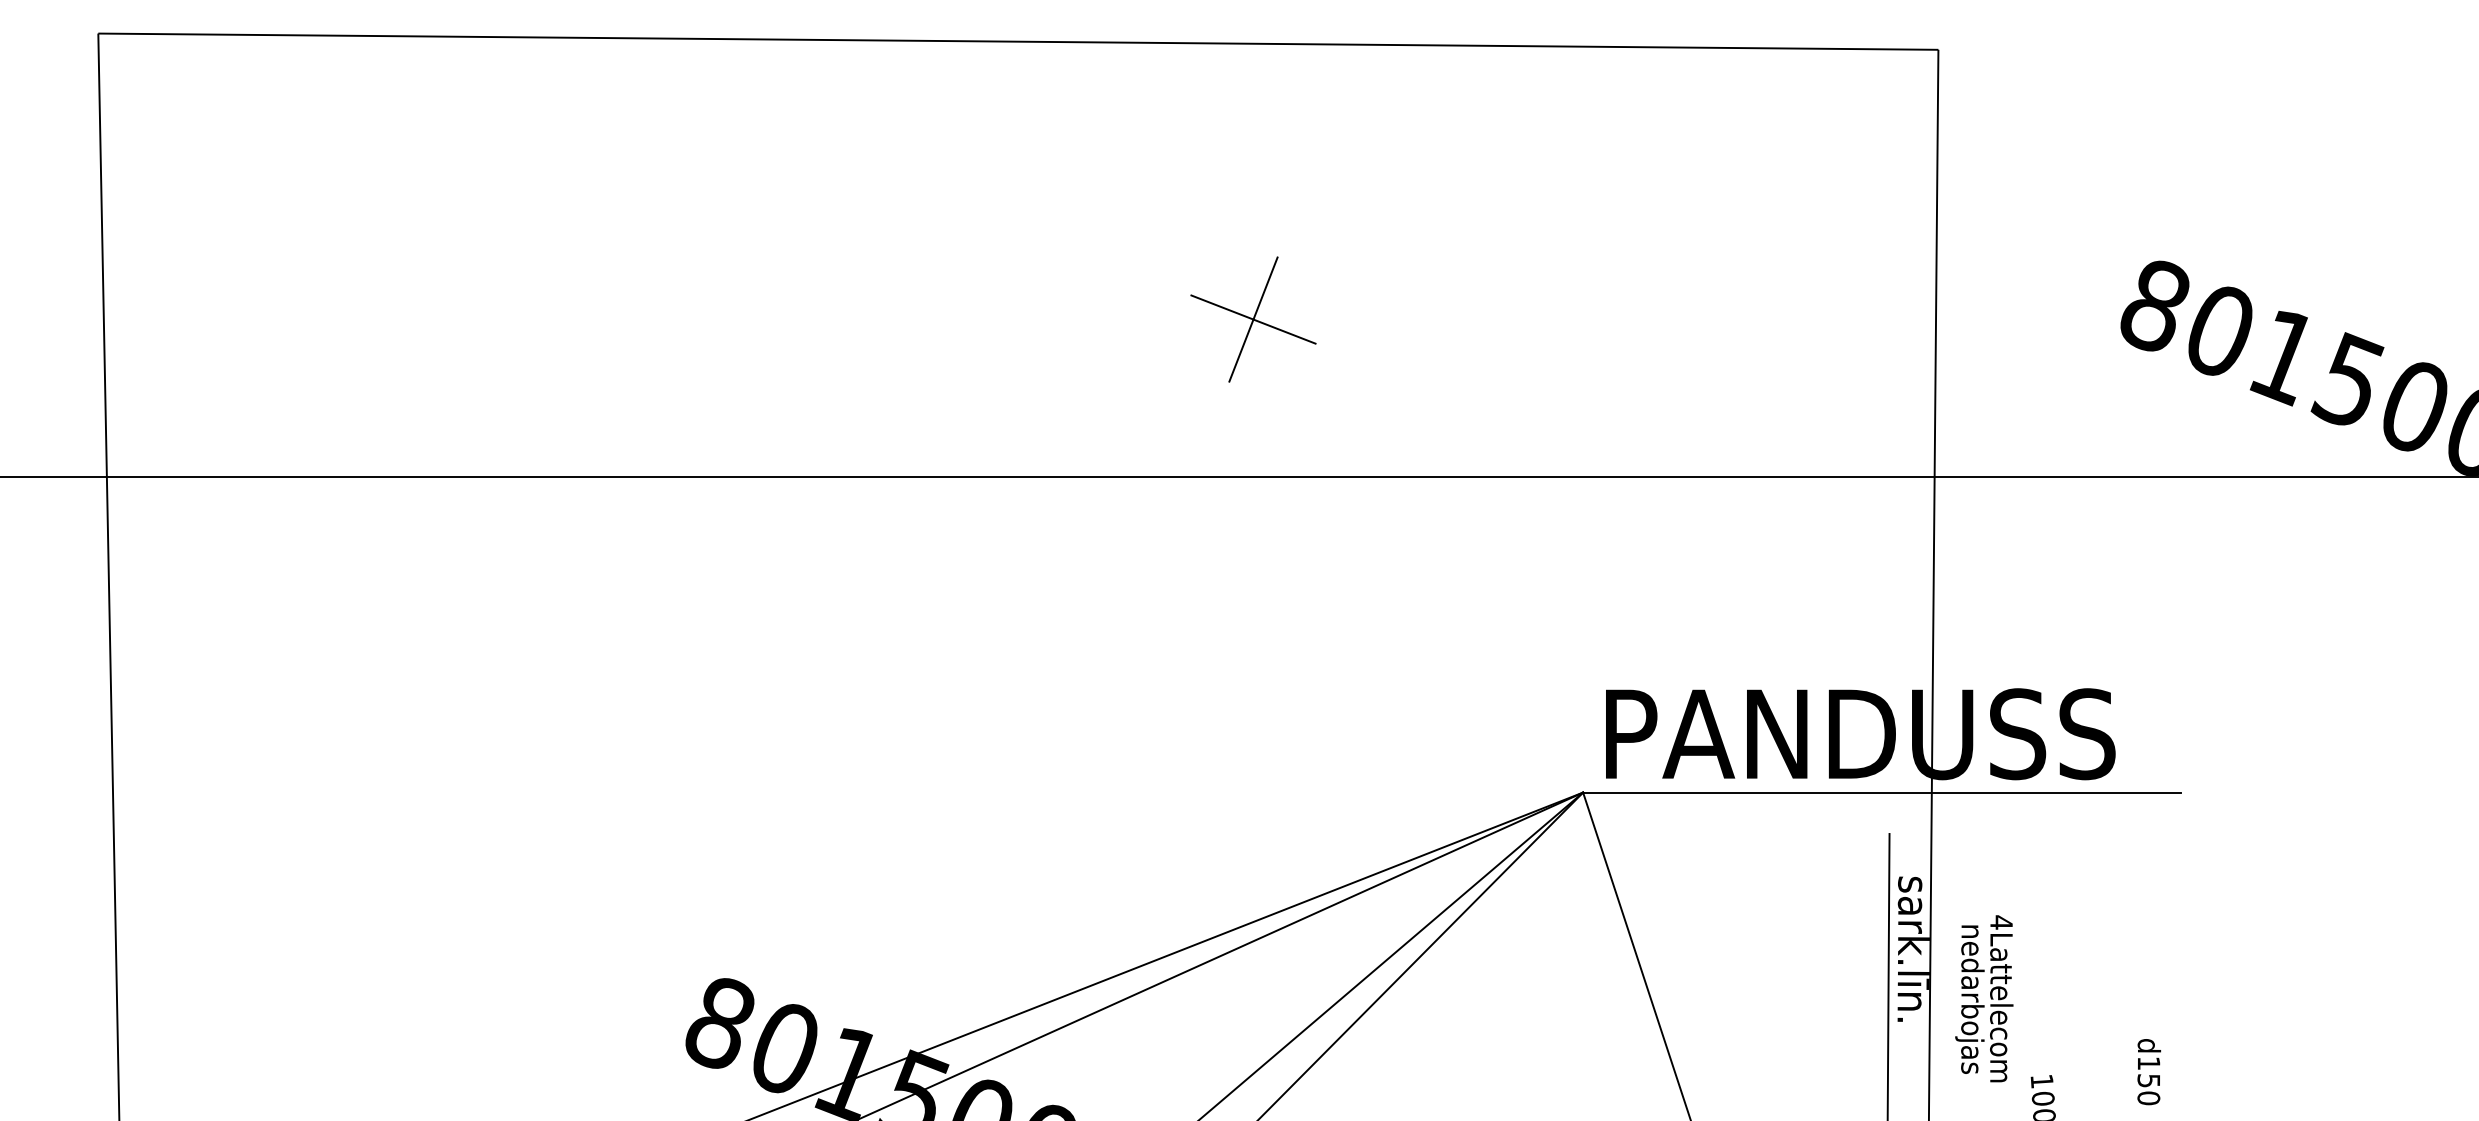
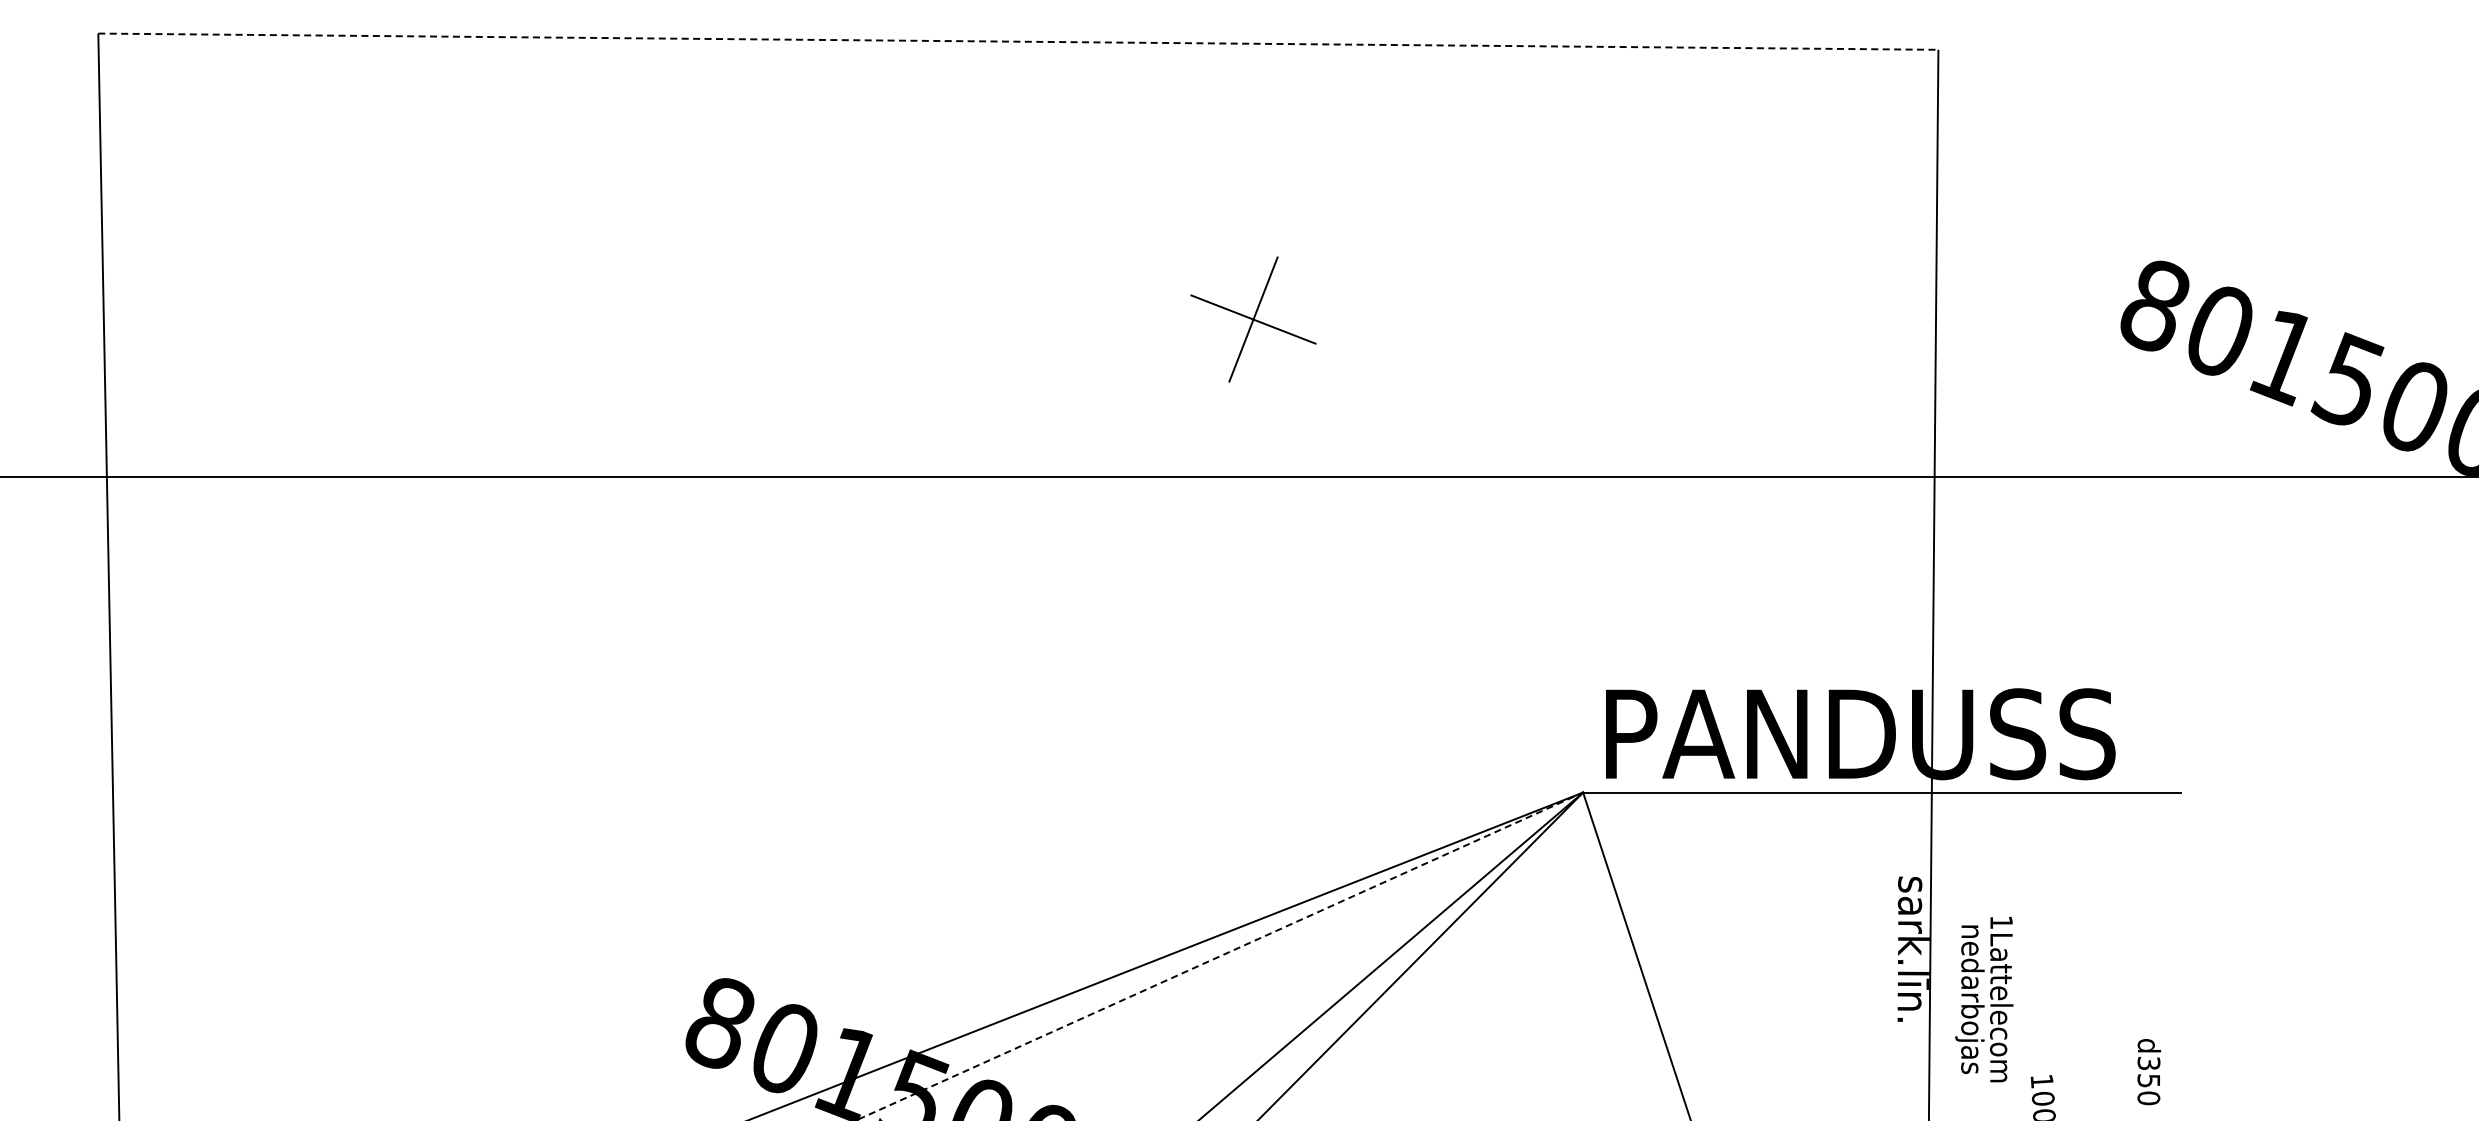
line at (1018, 41): solid -> dashed
text at (2001, 922): 4Lattelecom -> 1Lattelecom
line at (1219, 956): solid -> dashed
line at (1888, 975): present -> none
text at (2148, 1062): d150 -> d350
